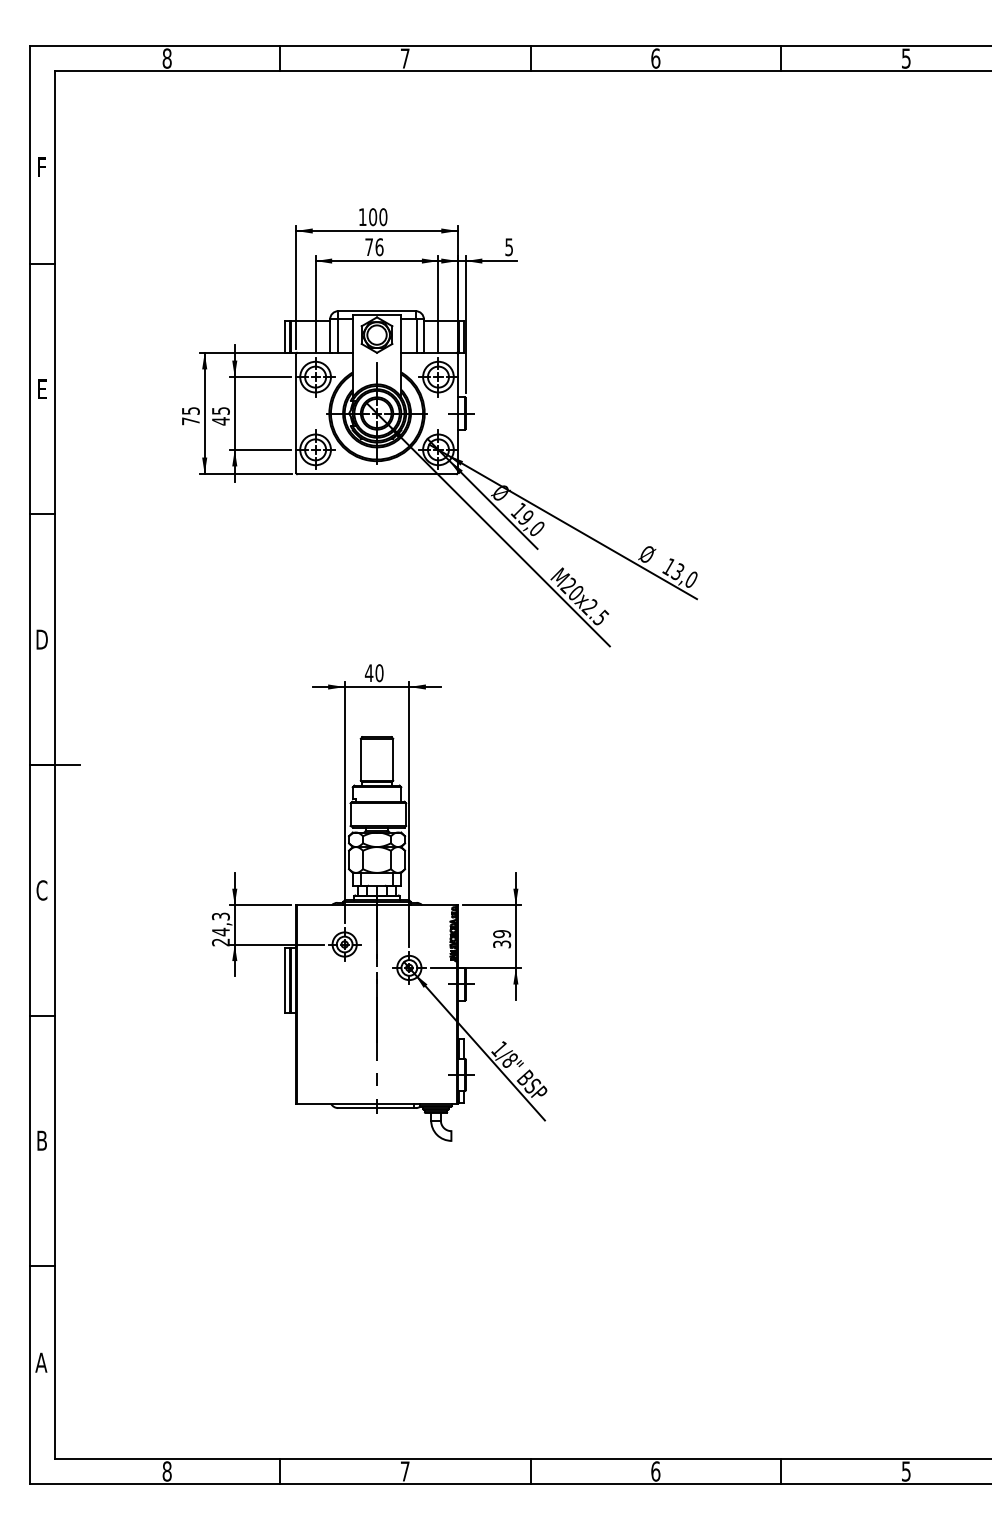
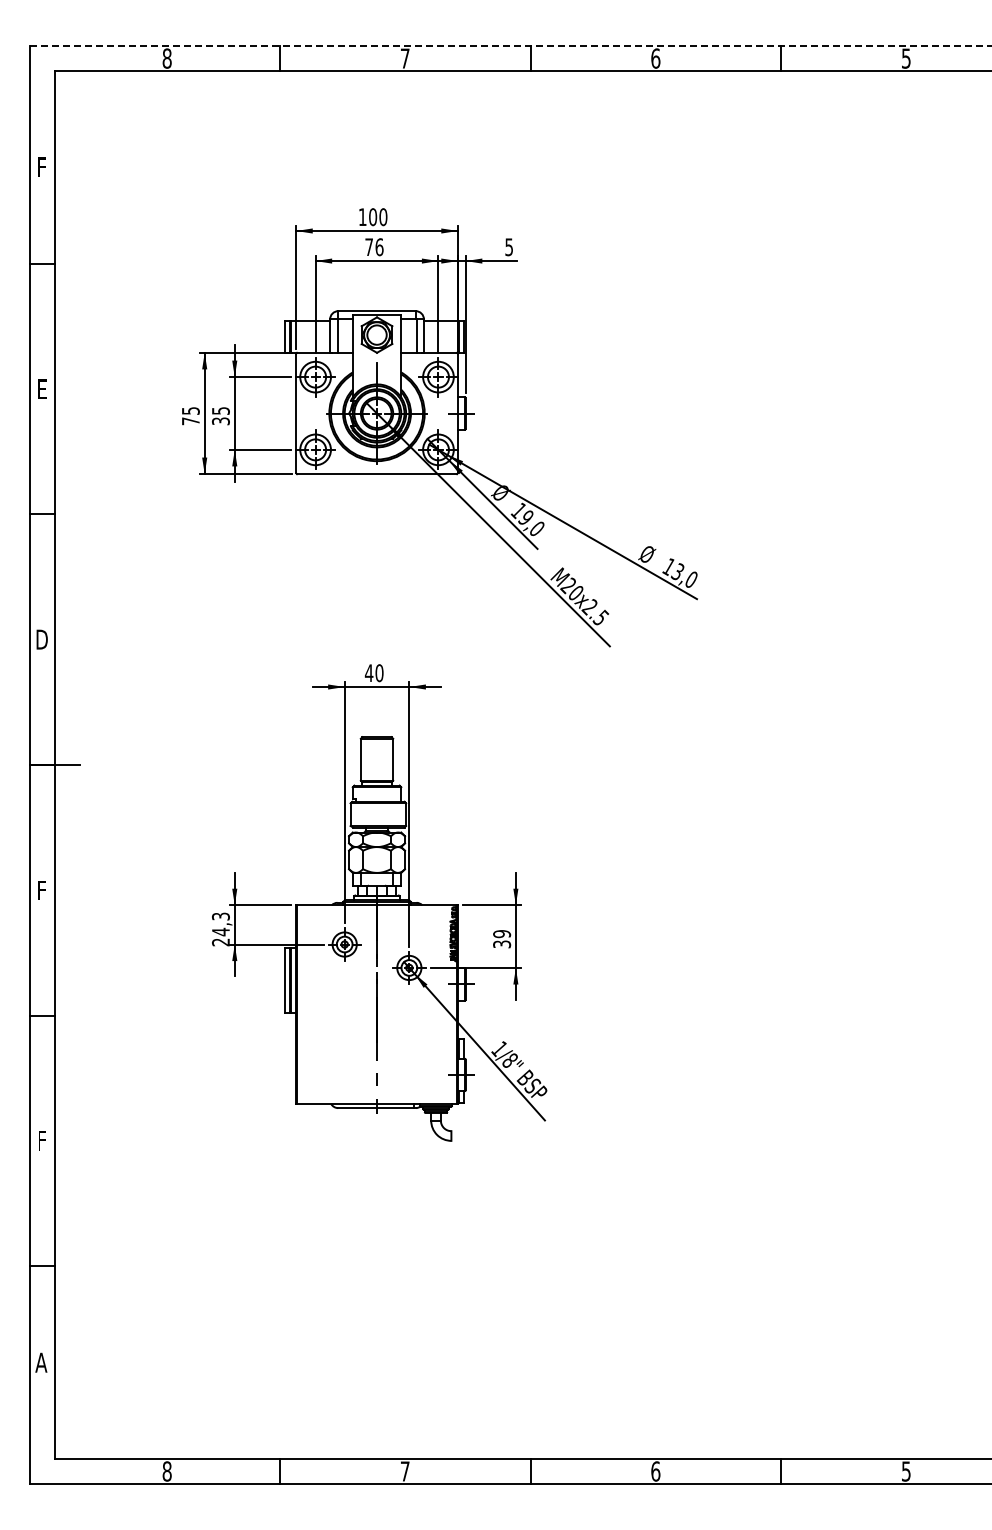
line at (510, 45): solid -> dashed
text at (220, 421): 45 -> 35
text at (41, 890): C -> F
text at (41, 1140): B -> F
